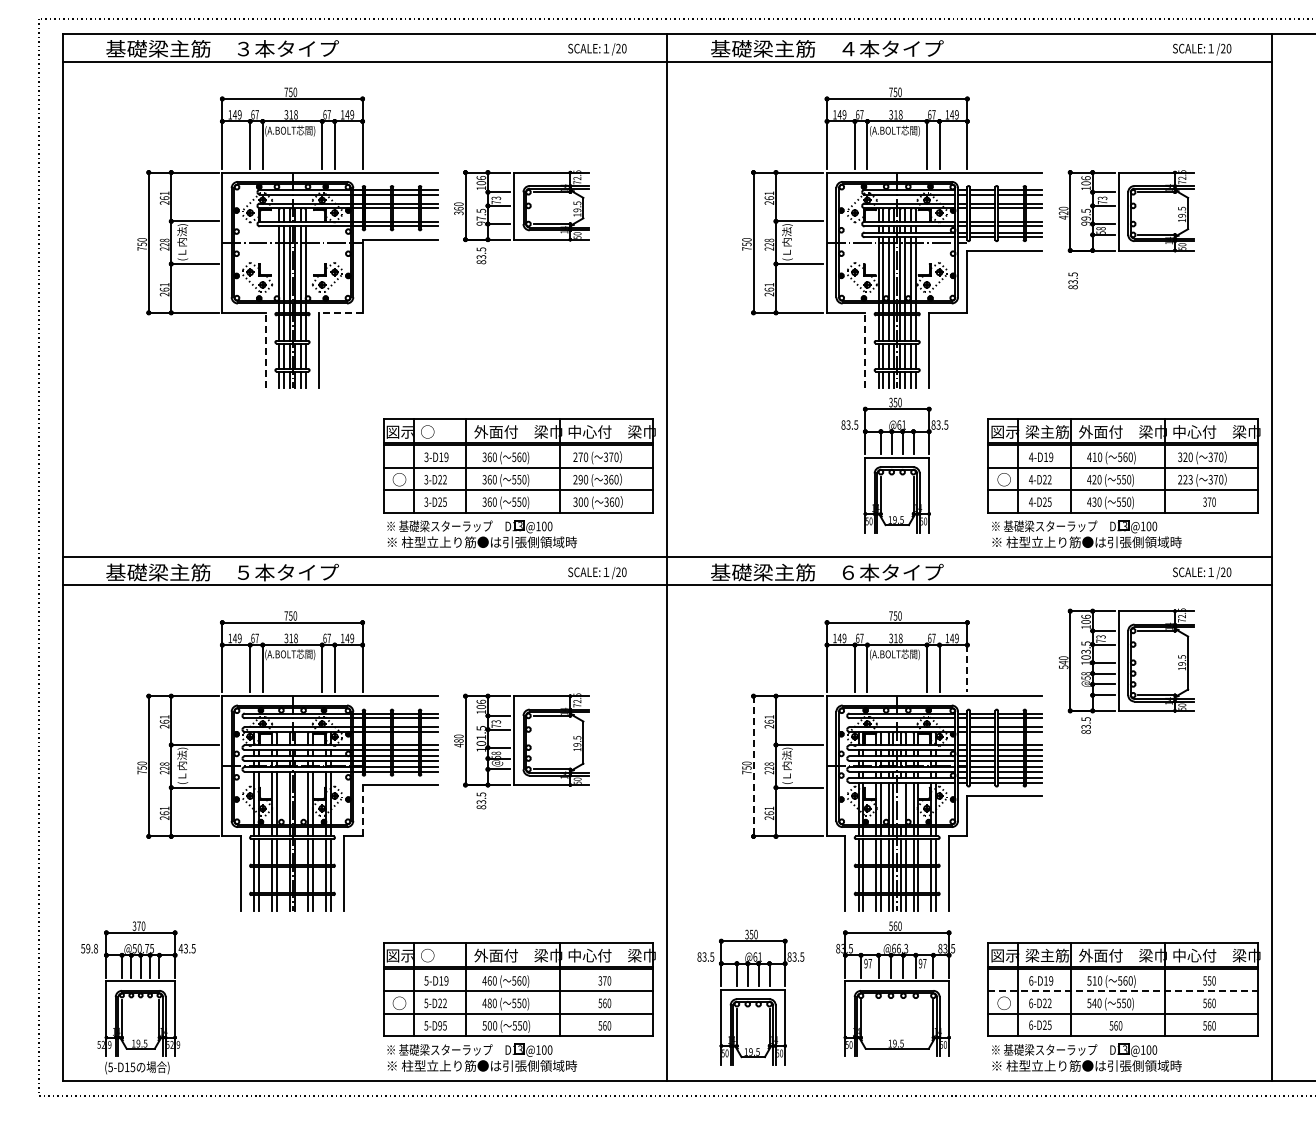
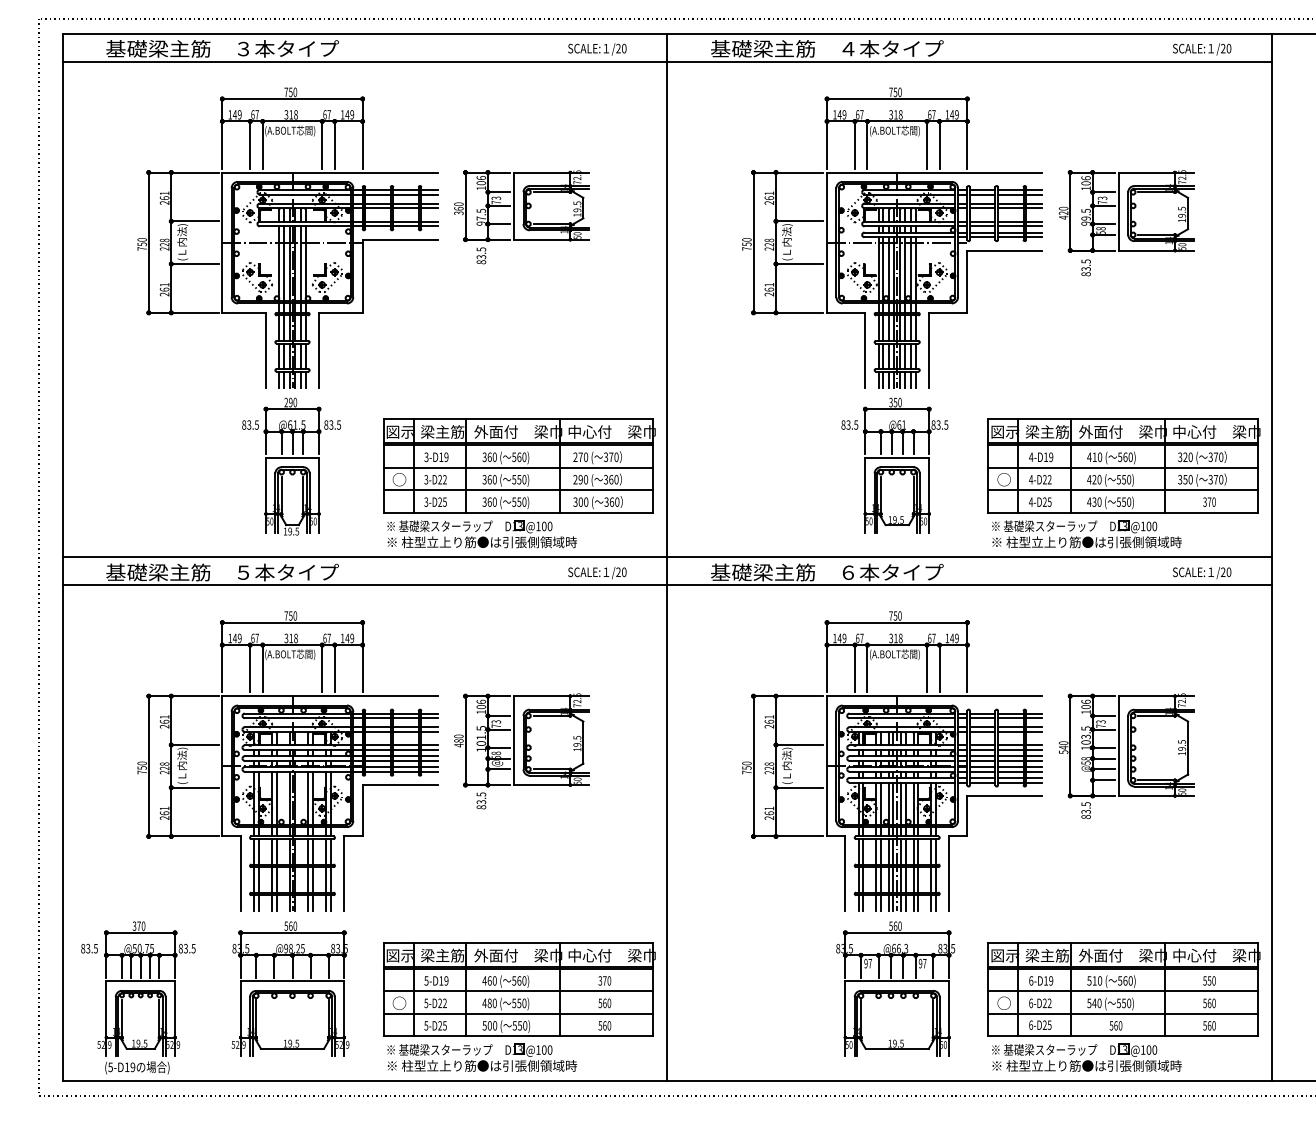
text at (1072, 280) position: (1072, 280) -> (1085, 267)
line at (340, 312): dashed -> solid
line at (266, 349): dashed -> solid
line at (865, 349): dashed -> solid
text at (442, 431): ○ -> 梁主筋
part at (291, 466): none -> present
text at (1185, 479): 223 -> 350
line at (967, 668): dashed -> solid
part at (1126, 670) position: (1126, 670) -> (1126, 755)
line at (753, 766): dashed -> solid
line at (901, 803): none -> present
line at (362, 810): dashed -> solid
text at (89, 948): 59.8 -> 83.5
text at (180, 948): 43.5 -> 83.5
text at (442, 955): ○ -> 梁主筋
part at (290, 988): none -> present
line at (1123, 991): dashed -> solid
part at (750, 997): present -> none
text at (440, 1025): 5-D95 -> 5-D25
text at (132, 1066): (5-D15 -> (5-D19
